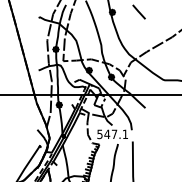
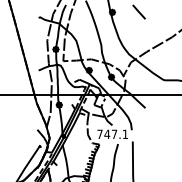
text at (99, 134): 547.1 -> 747.1
